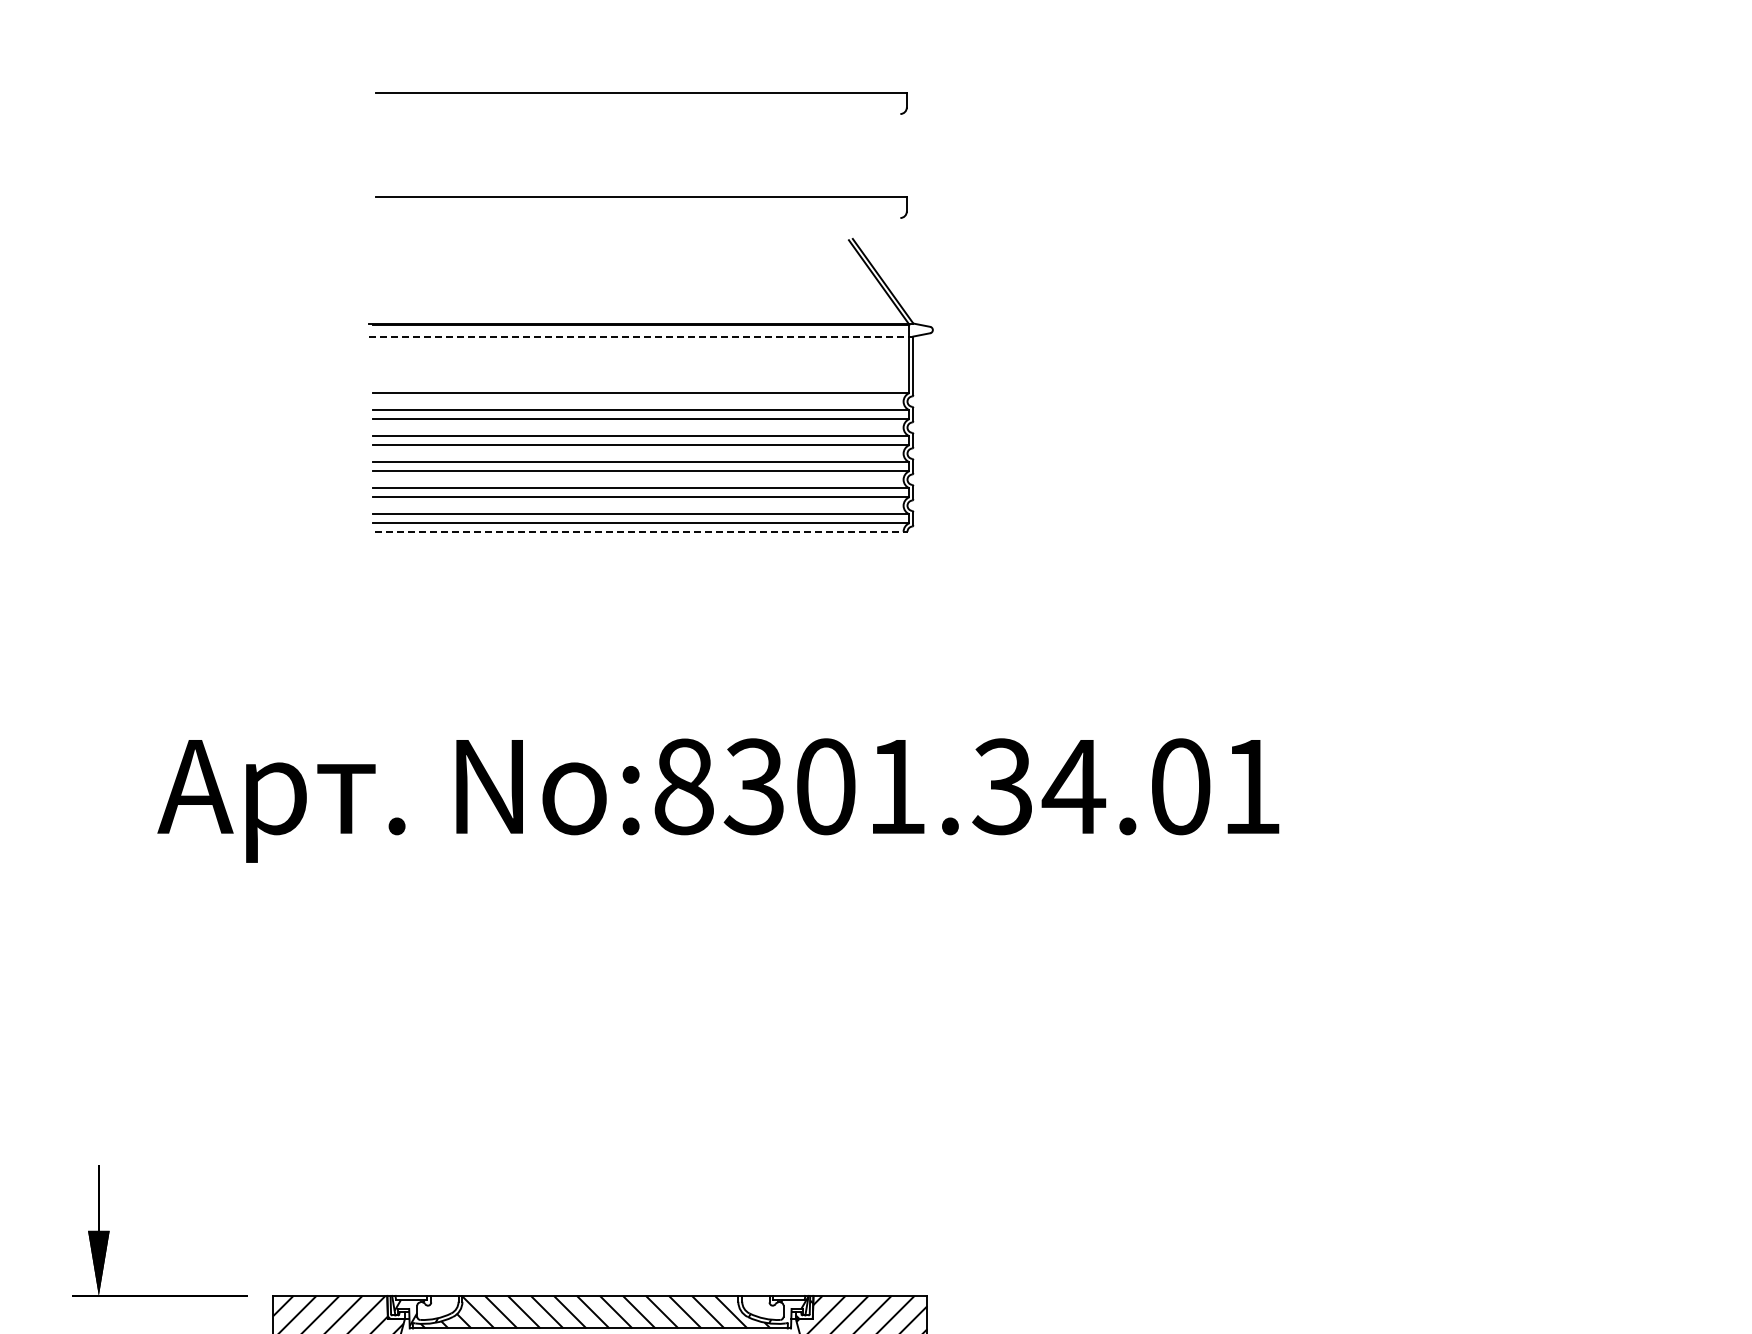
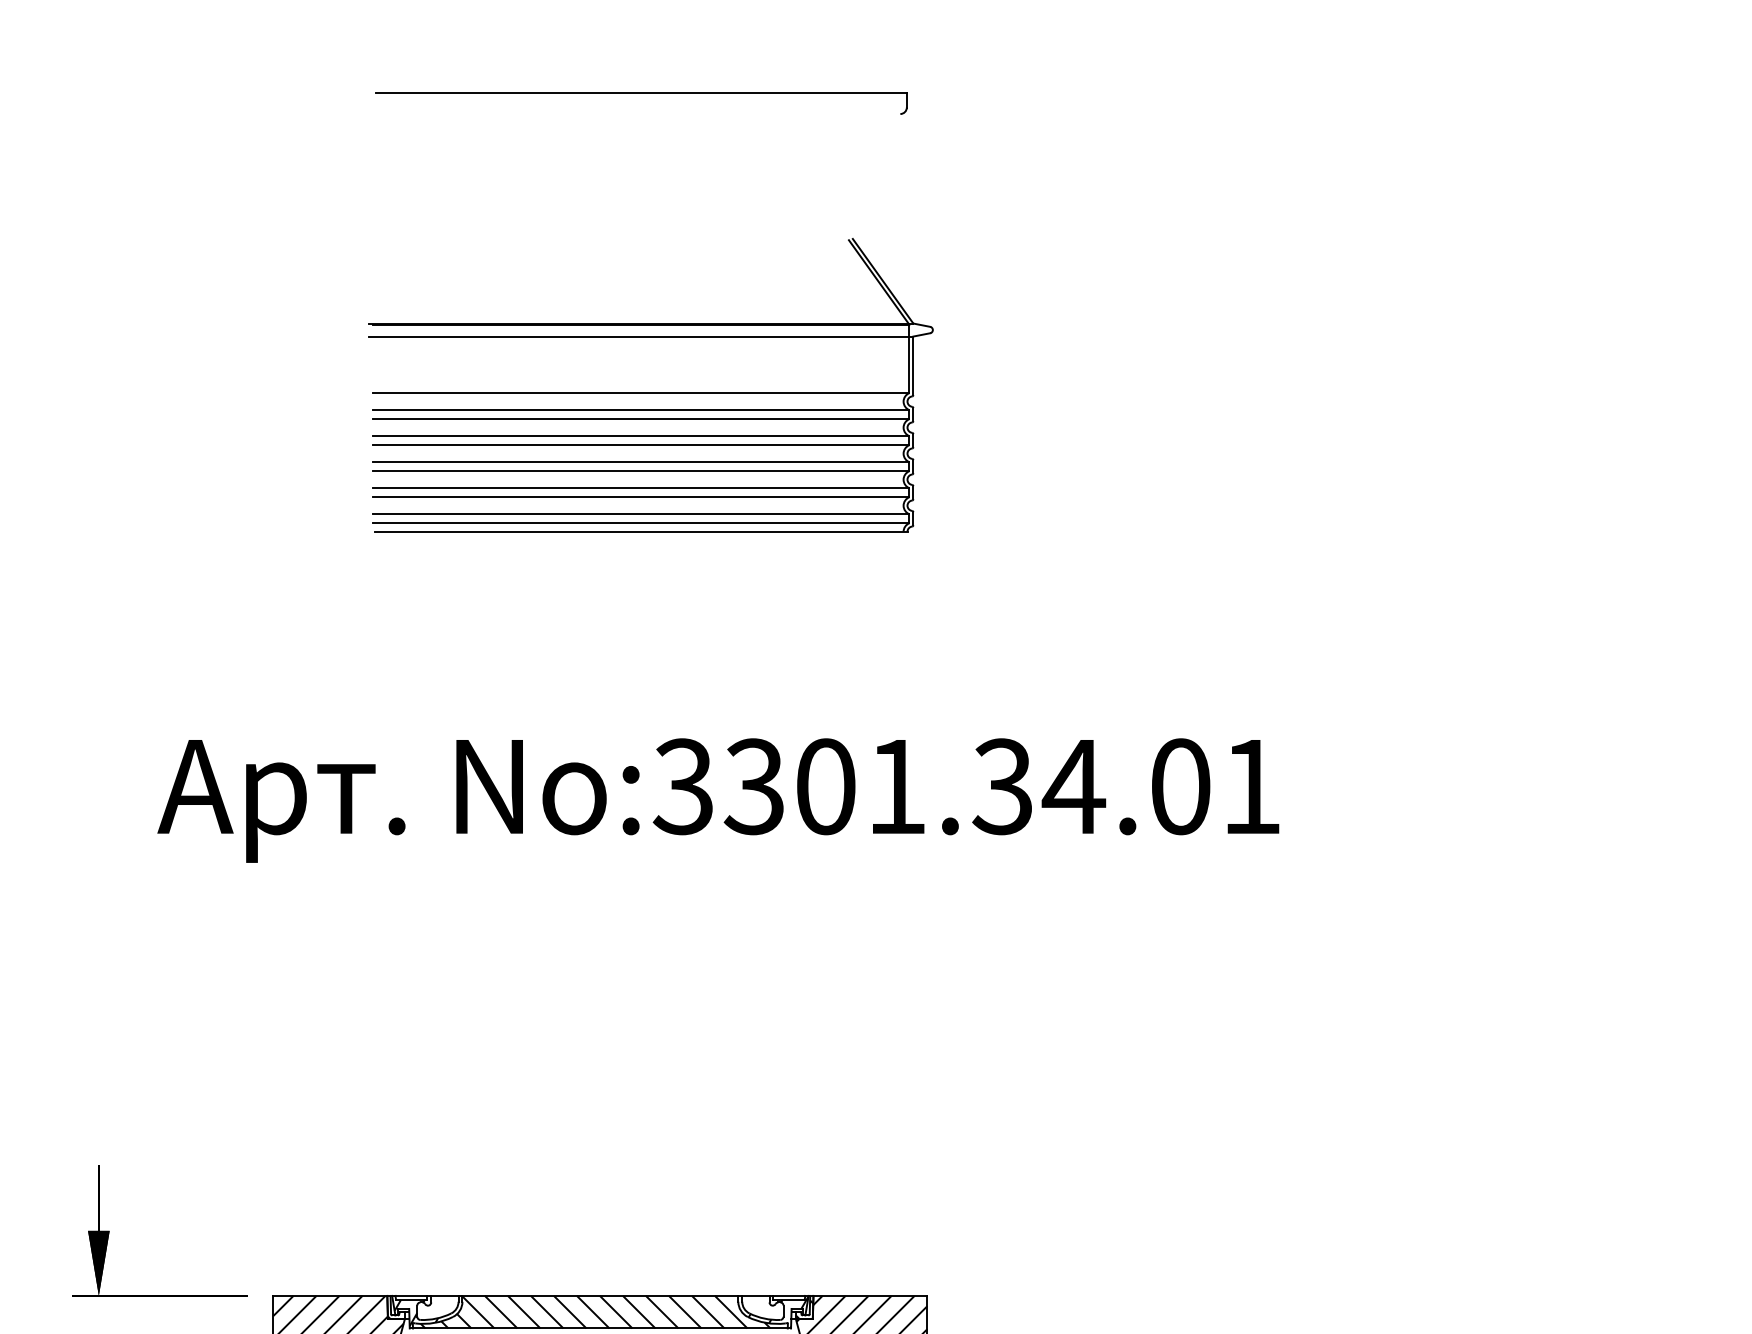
part at (641, 197): present -> none
line at (641, 336): dashed -> solid
line at (641, 531): dashed -> solid
text at (682, 786): No:8301.34.01 -> No:3301.34.01
